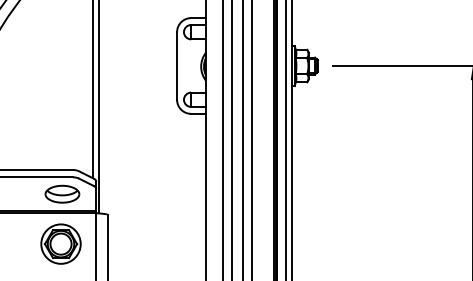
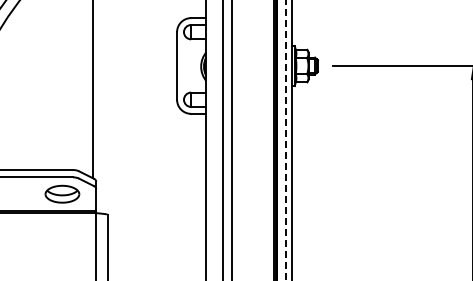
line at (99, 107): present -> none
line at (243, 139): present -> none
line at (252, 139): present -> none
line at (285, 140): solid -> dashed
part at (60, 243): present -> none
